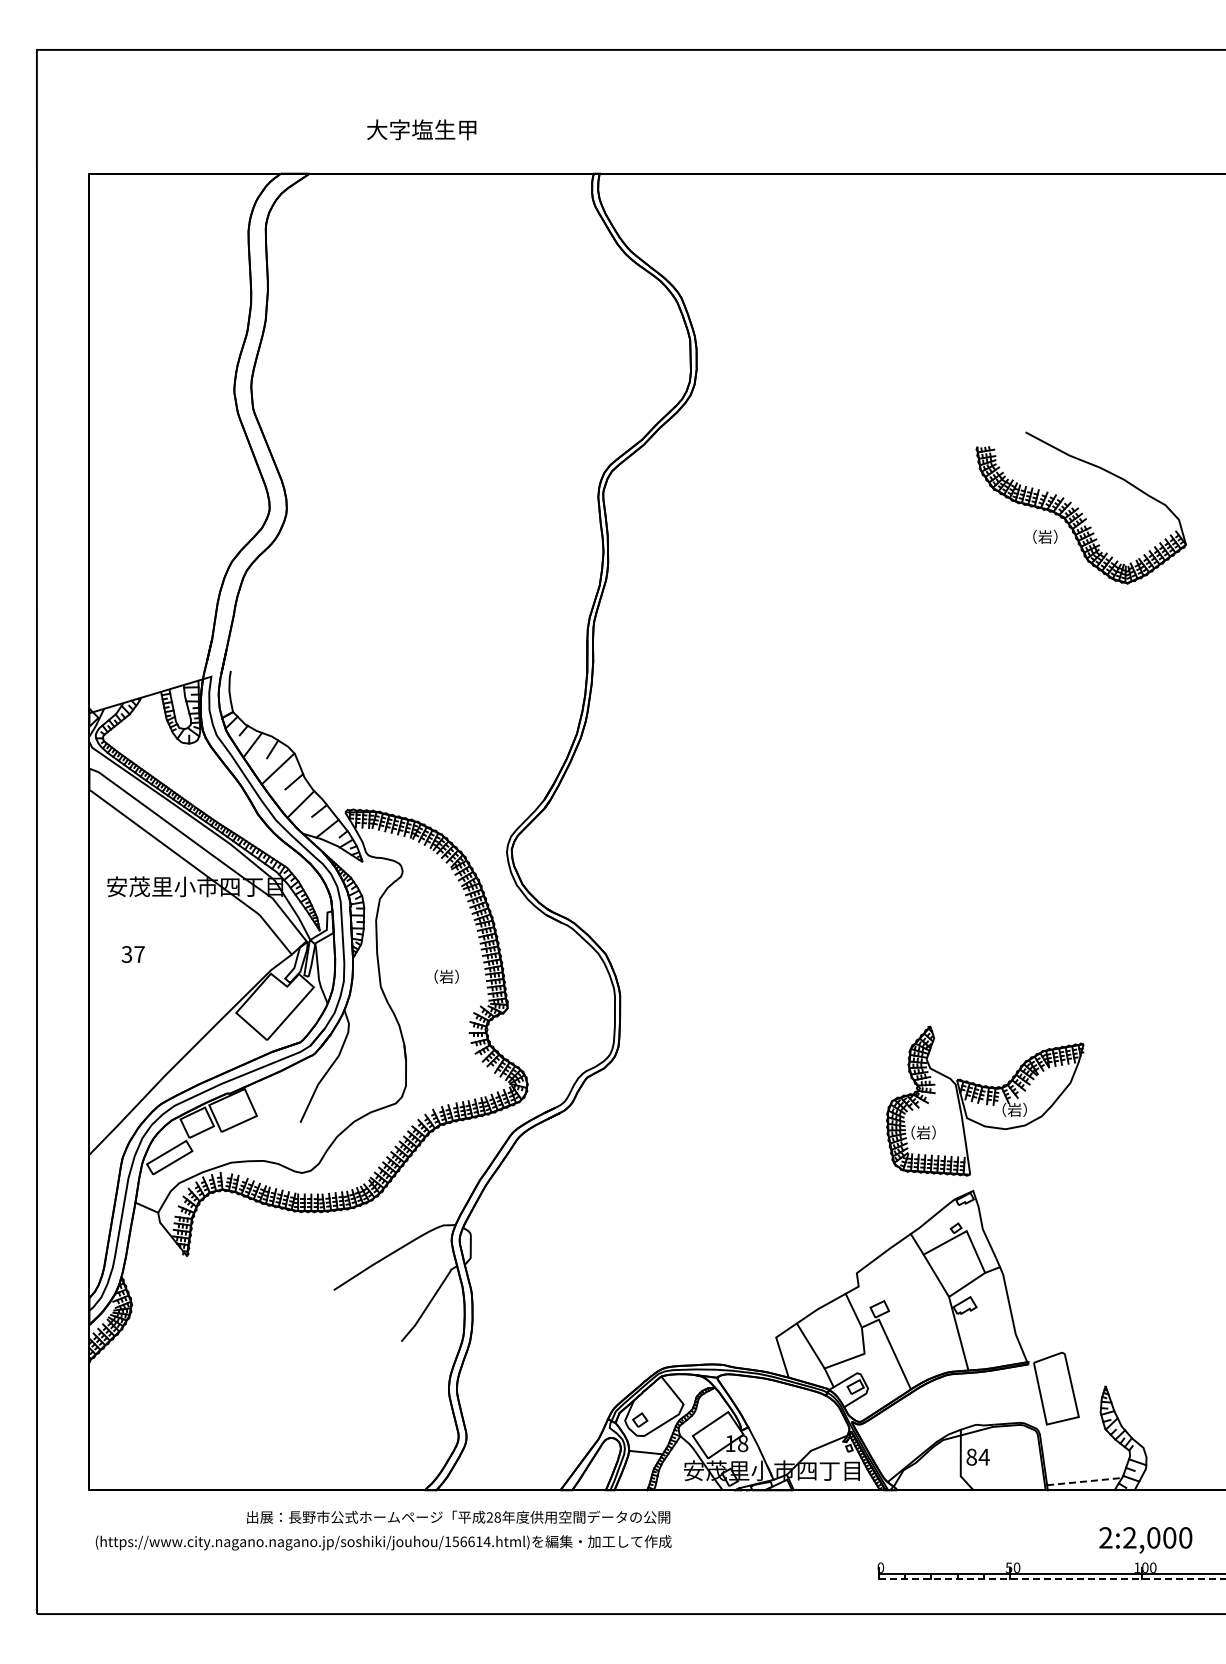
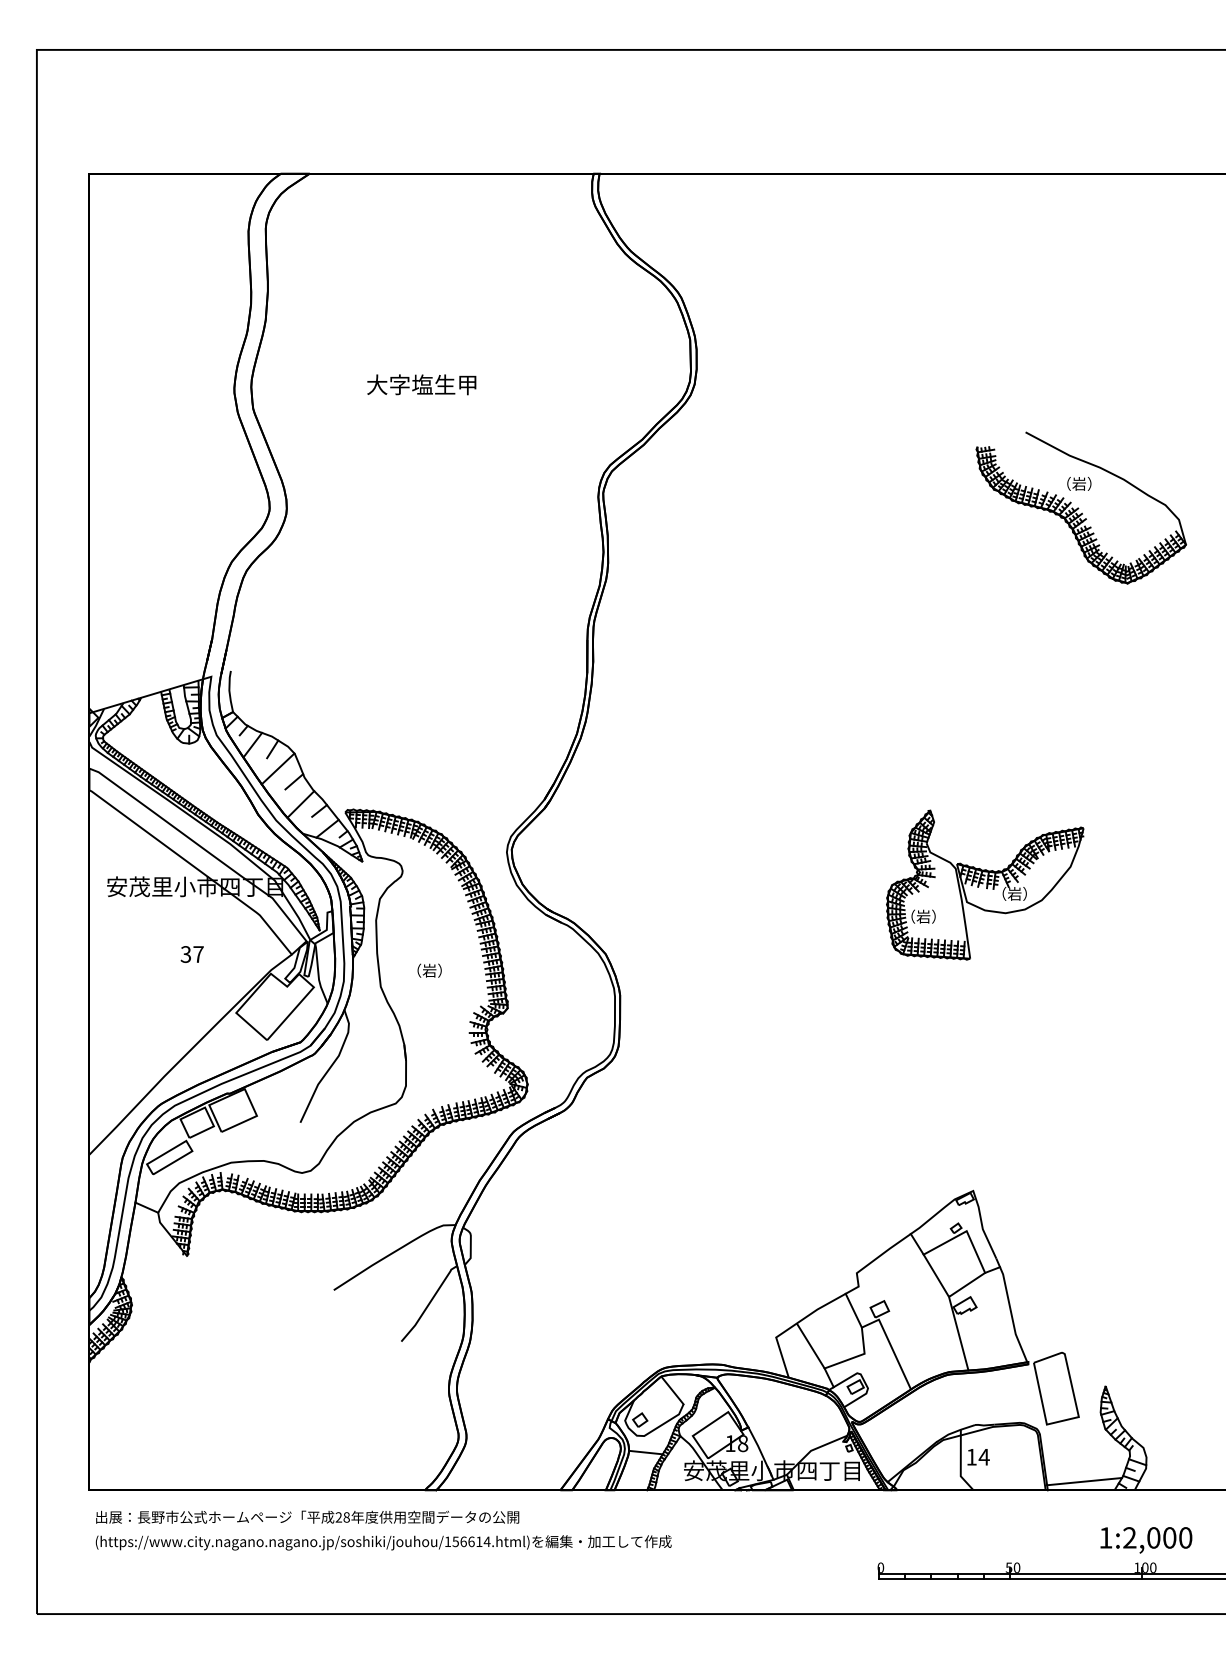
text at (421, 129) position: (421, 129) -> (421, 384)
text at (1045, 536) position: (1045, 536) -> (1079, 483)
text at (132, 954) position: (132, 954) -> (191, 954)
text at (446, 976) position: (446, 976) -> (429, 970)
part at (985, 1100) position: (985, 1100) -> (985, 884)
text at (971, 1456): 84 -> 14
line at (1084, 1481): dashed -> solid
text at (458, 1516) position: (458, 1516) -> (307, 1516)
text at (1105, 1537): 2:2,000 -> 1:2,000
line at (1052, 1578): dashed -> solid
